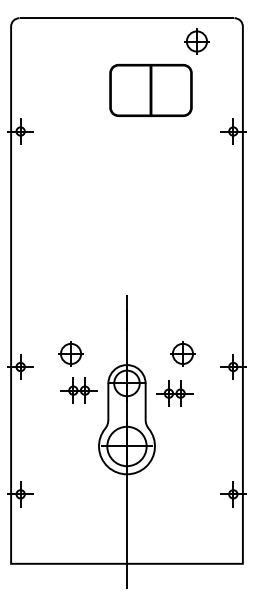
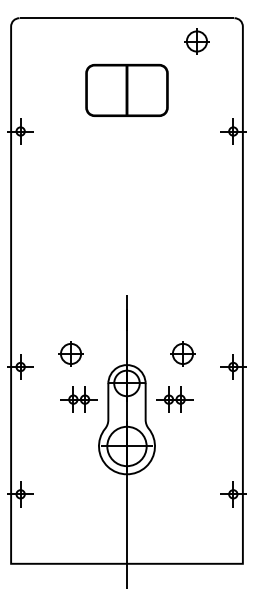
part at (150, 89) position: (150, 89) -> (126, 89)
part at (78, 390) position: (78, 390) -> (78, 399)
part at (174, 393) position: (174, 393) -> (174, 399)
